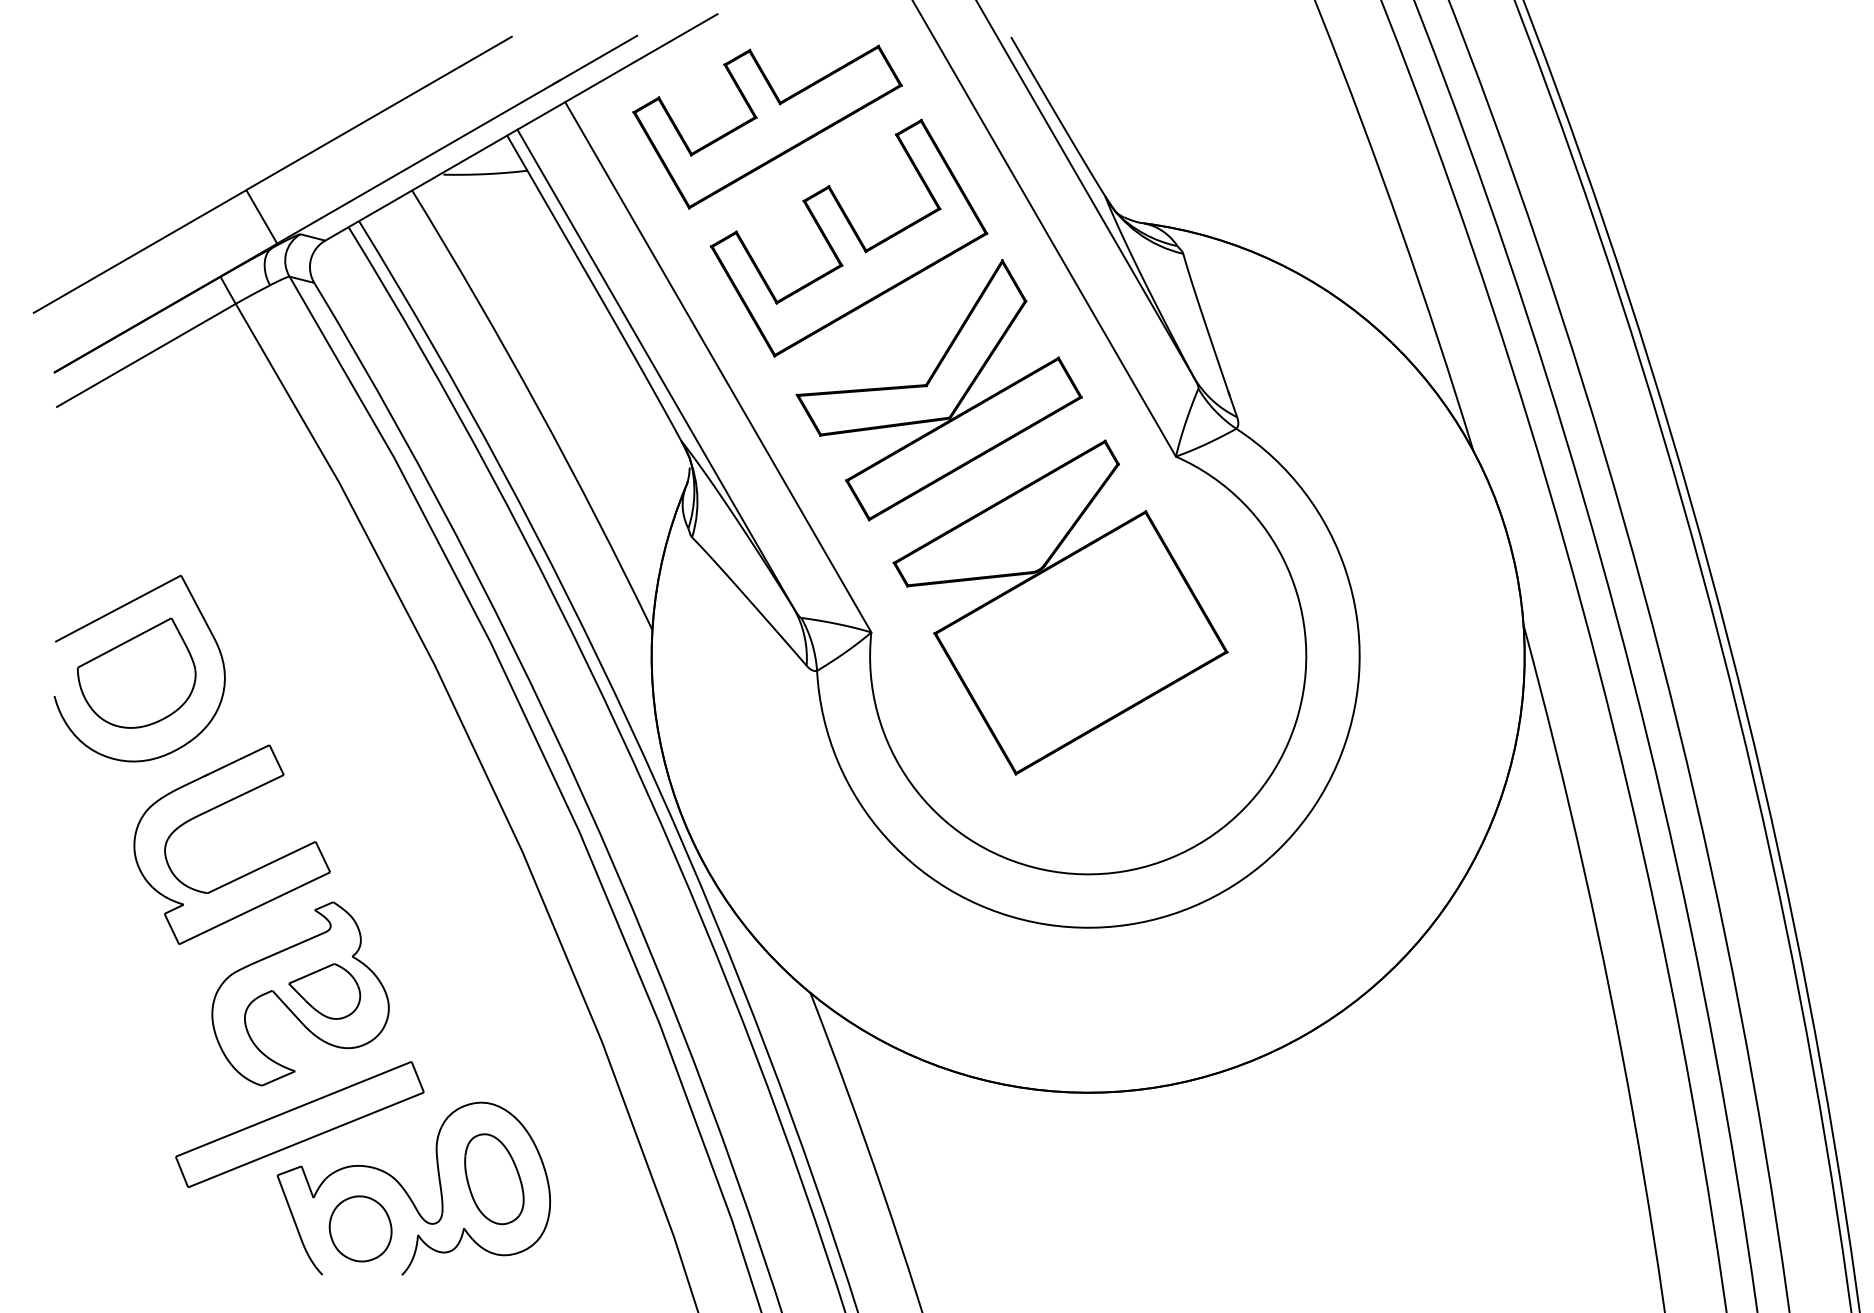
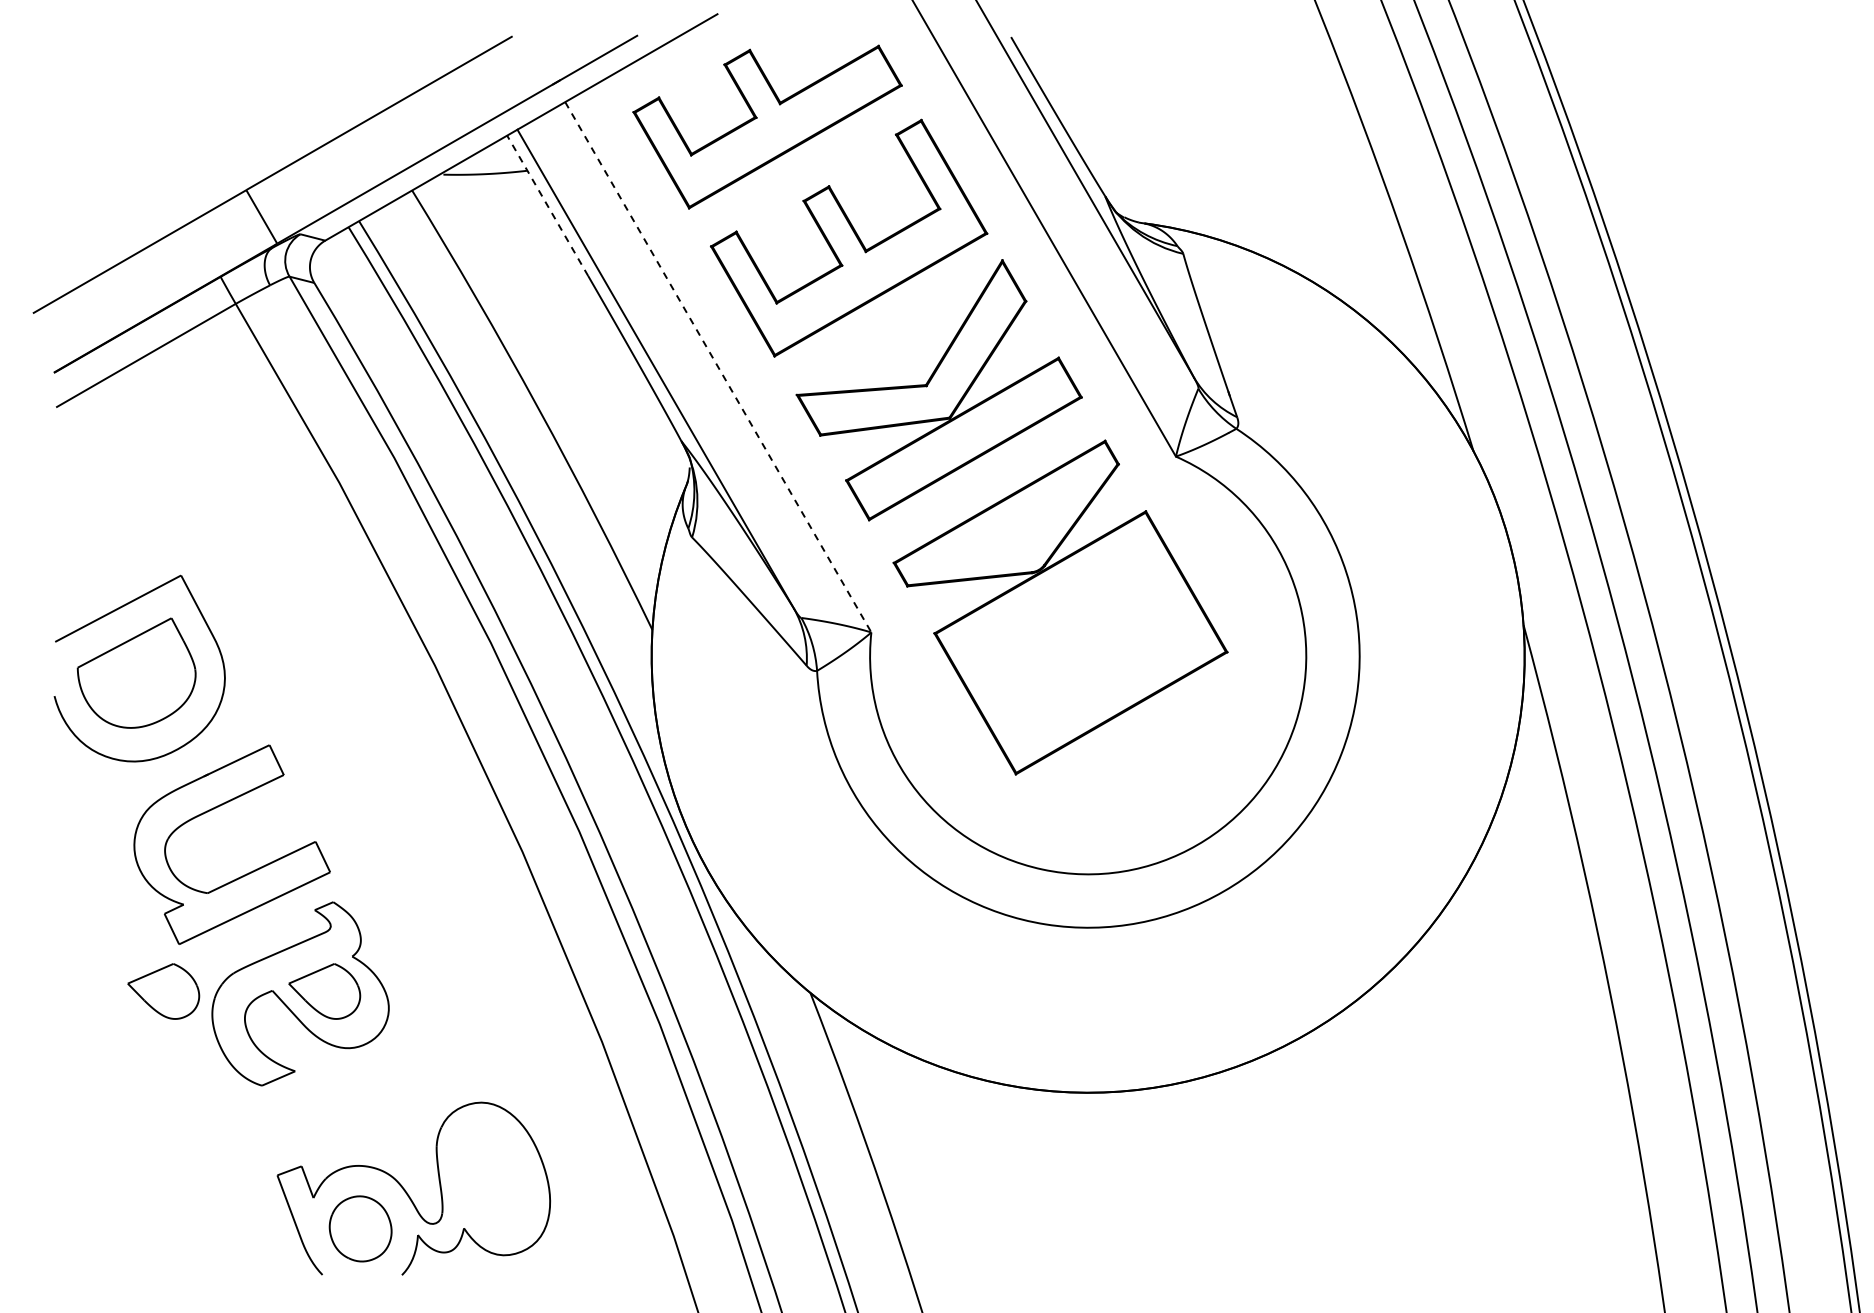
line at (547, 205): solid -> dashed
line at (718, 367): solid -> dashed
part at (163, 991): none -> present
part at (299, 1124): present -> none
part at (494, 1179): present -> none
